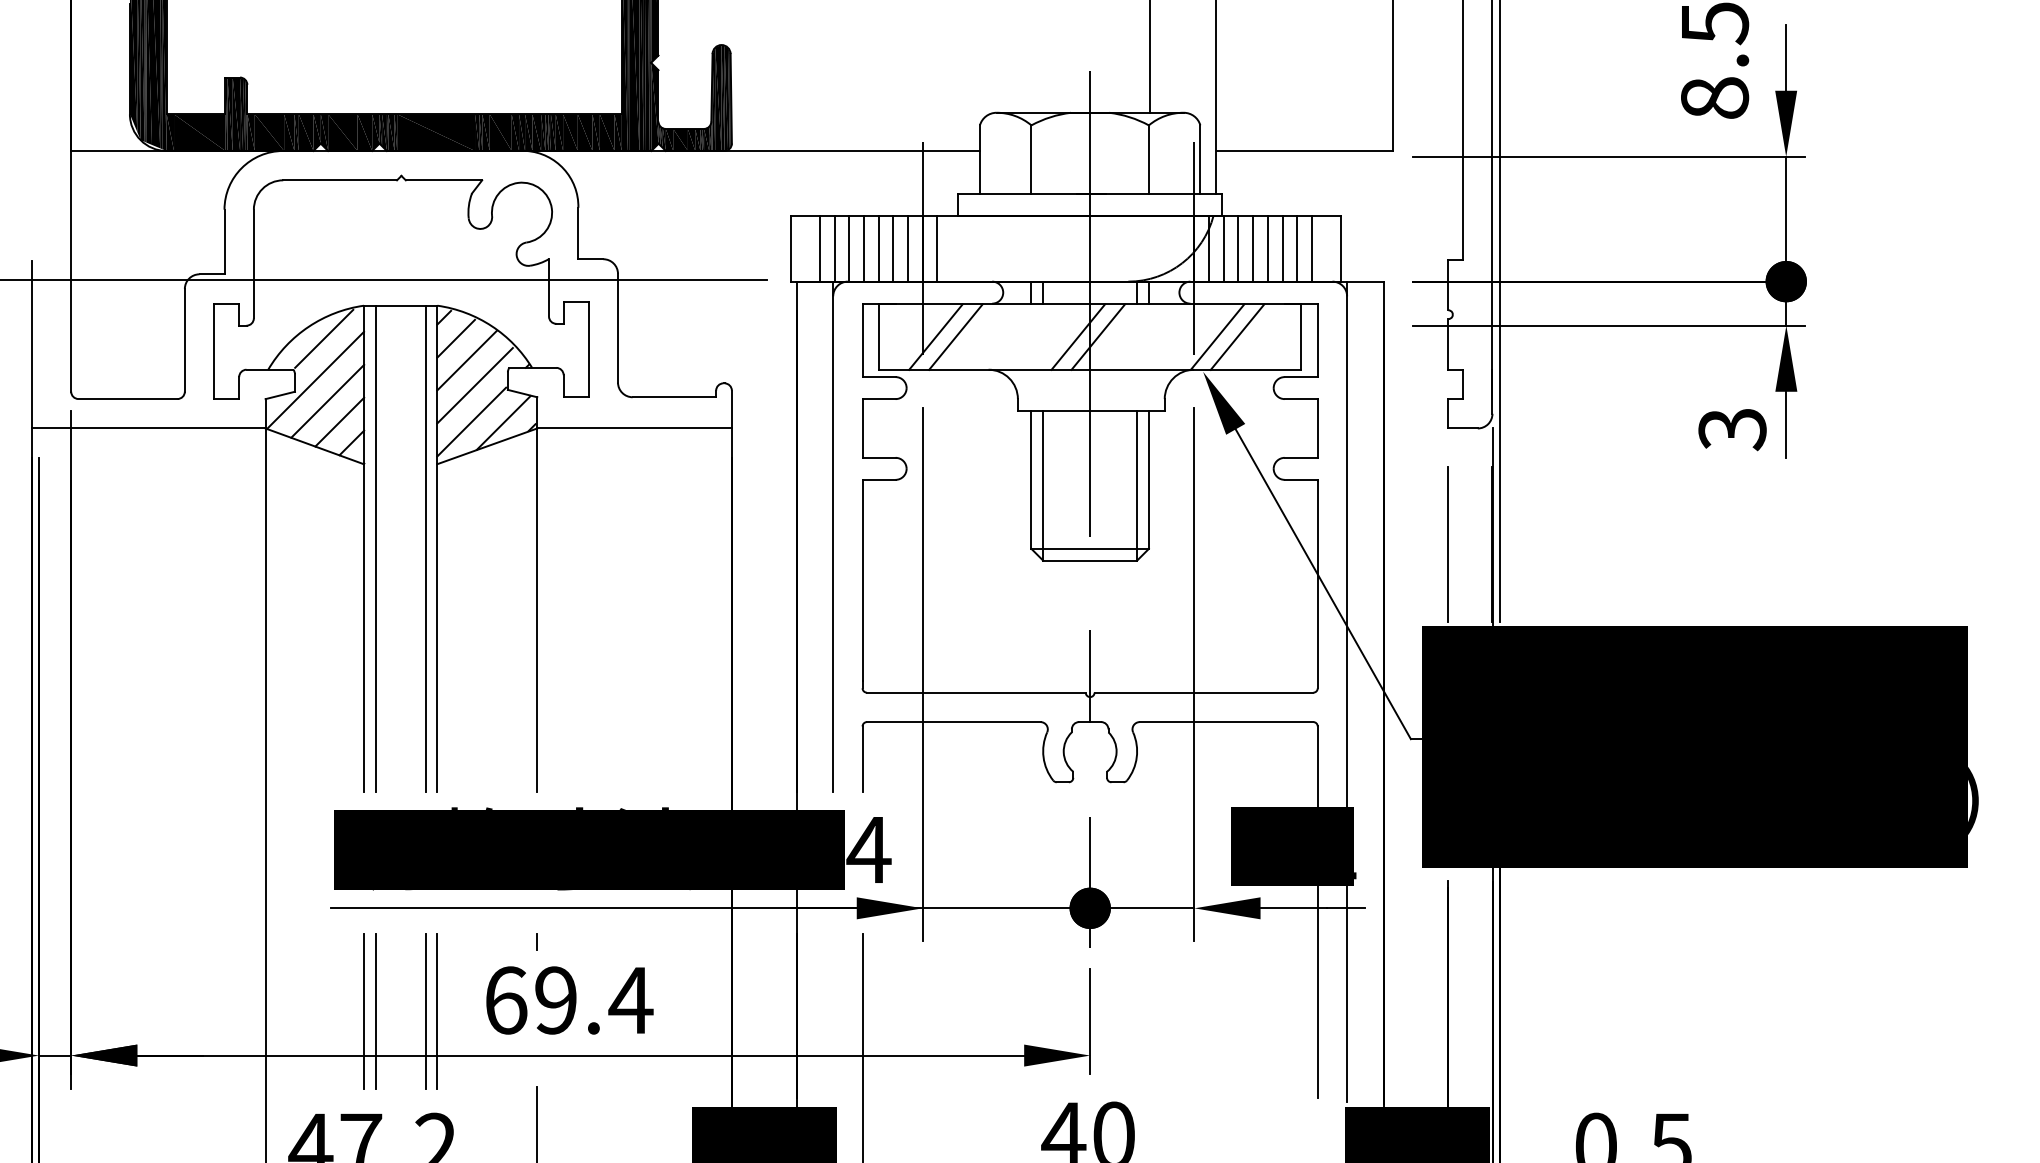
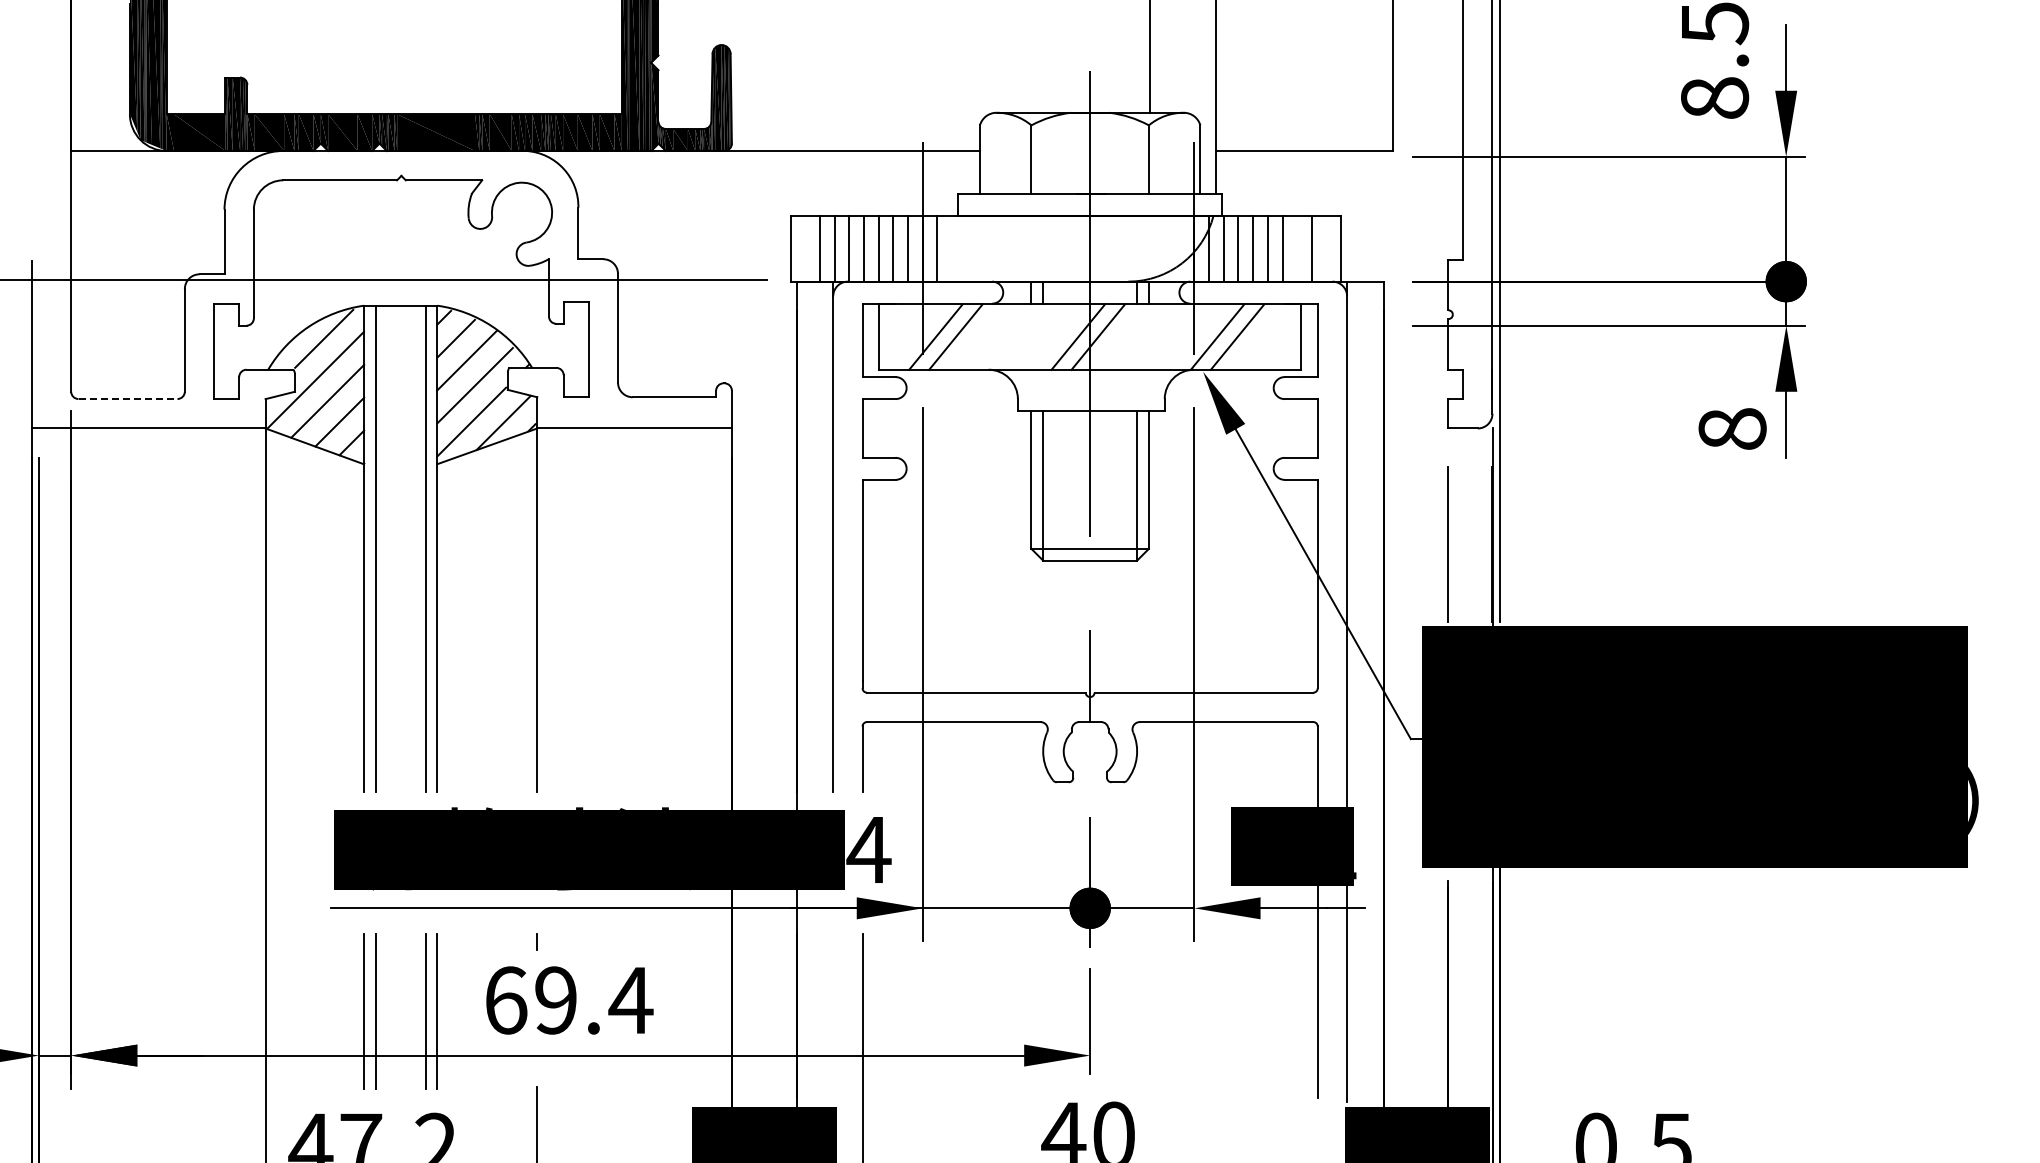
line at (1297, 248): present -> none
line at (128, 399): solid -> dashed
text at (1732, 429): 3 -> 8
